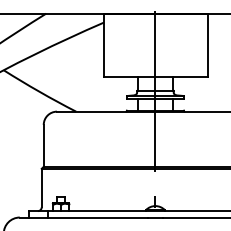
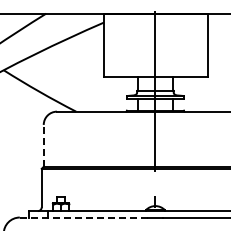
line at (43, 145): solid -> dashed
line at (83, 217): solid -> dashed
